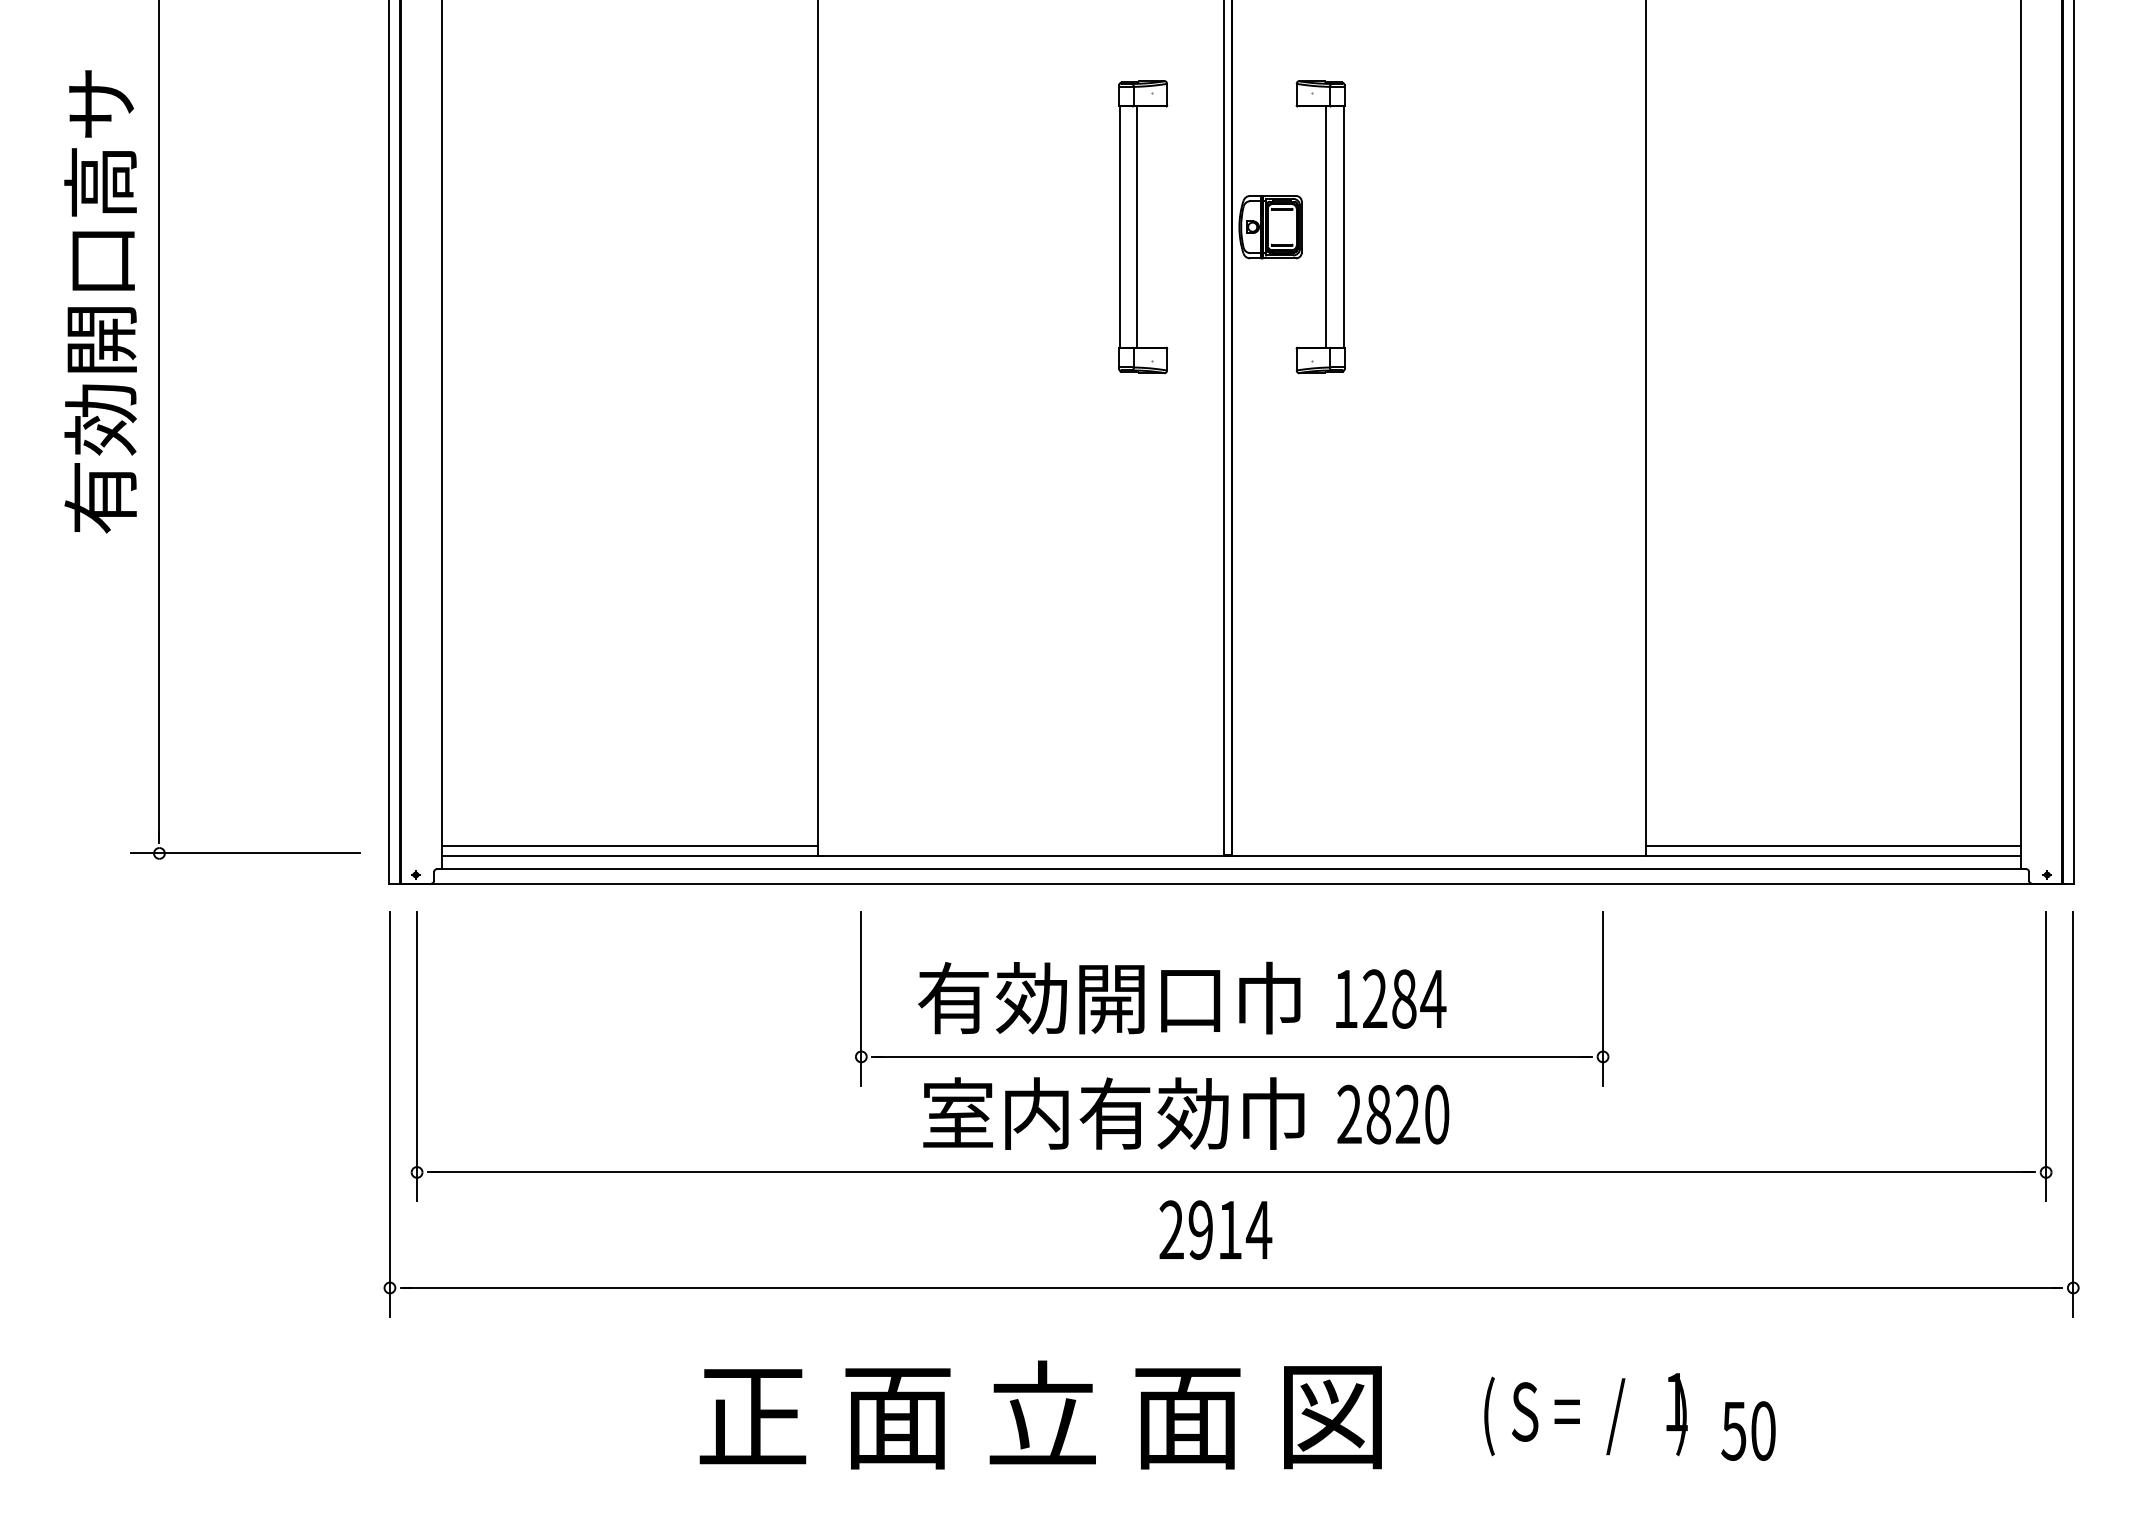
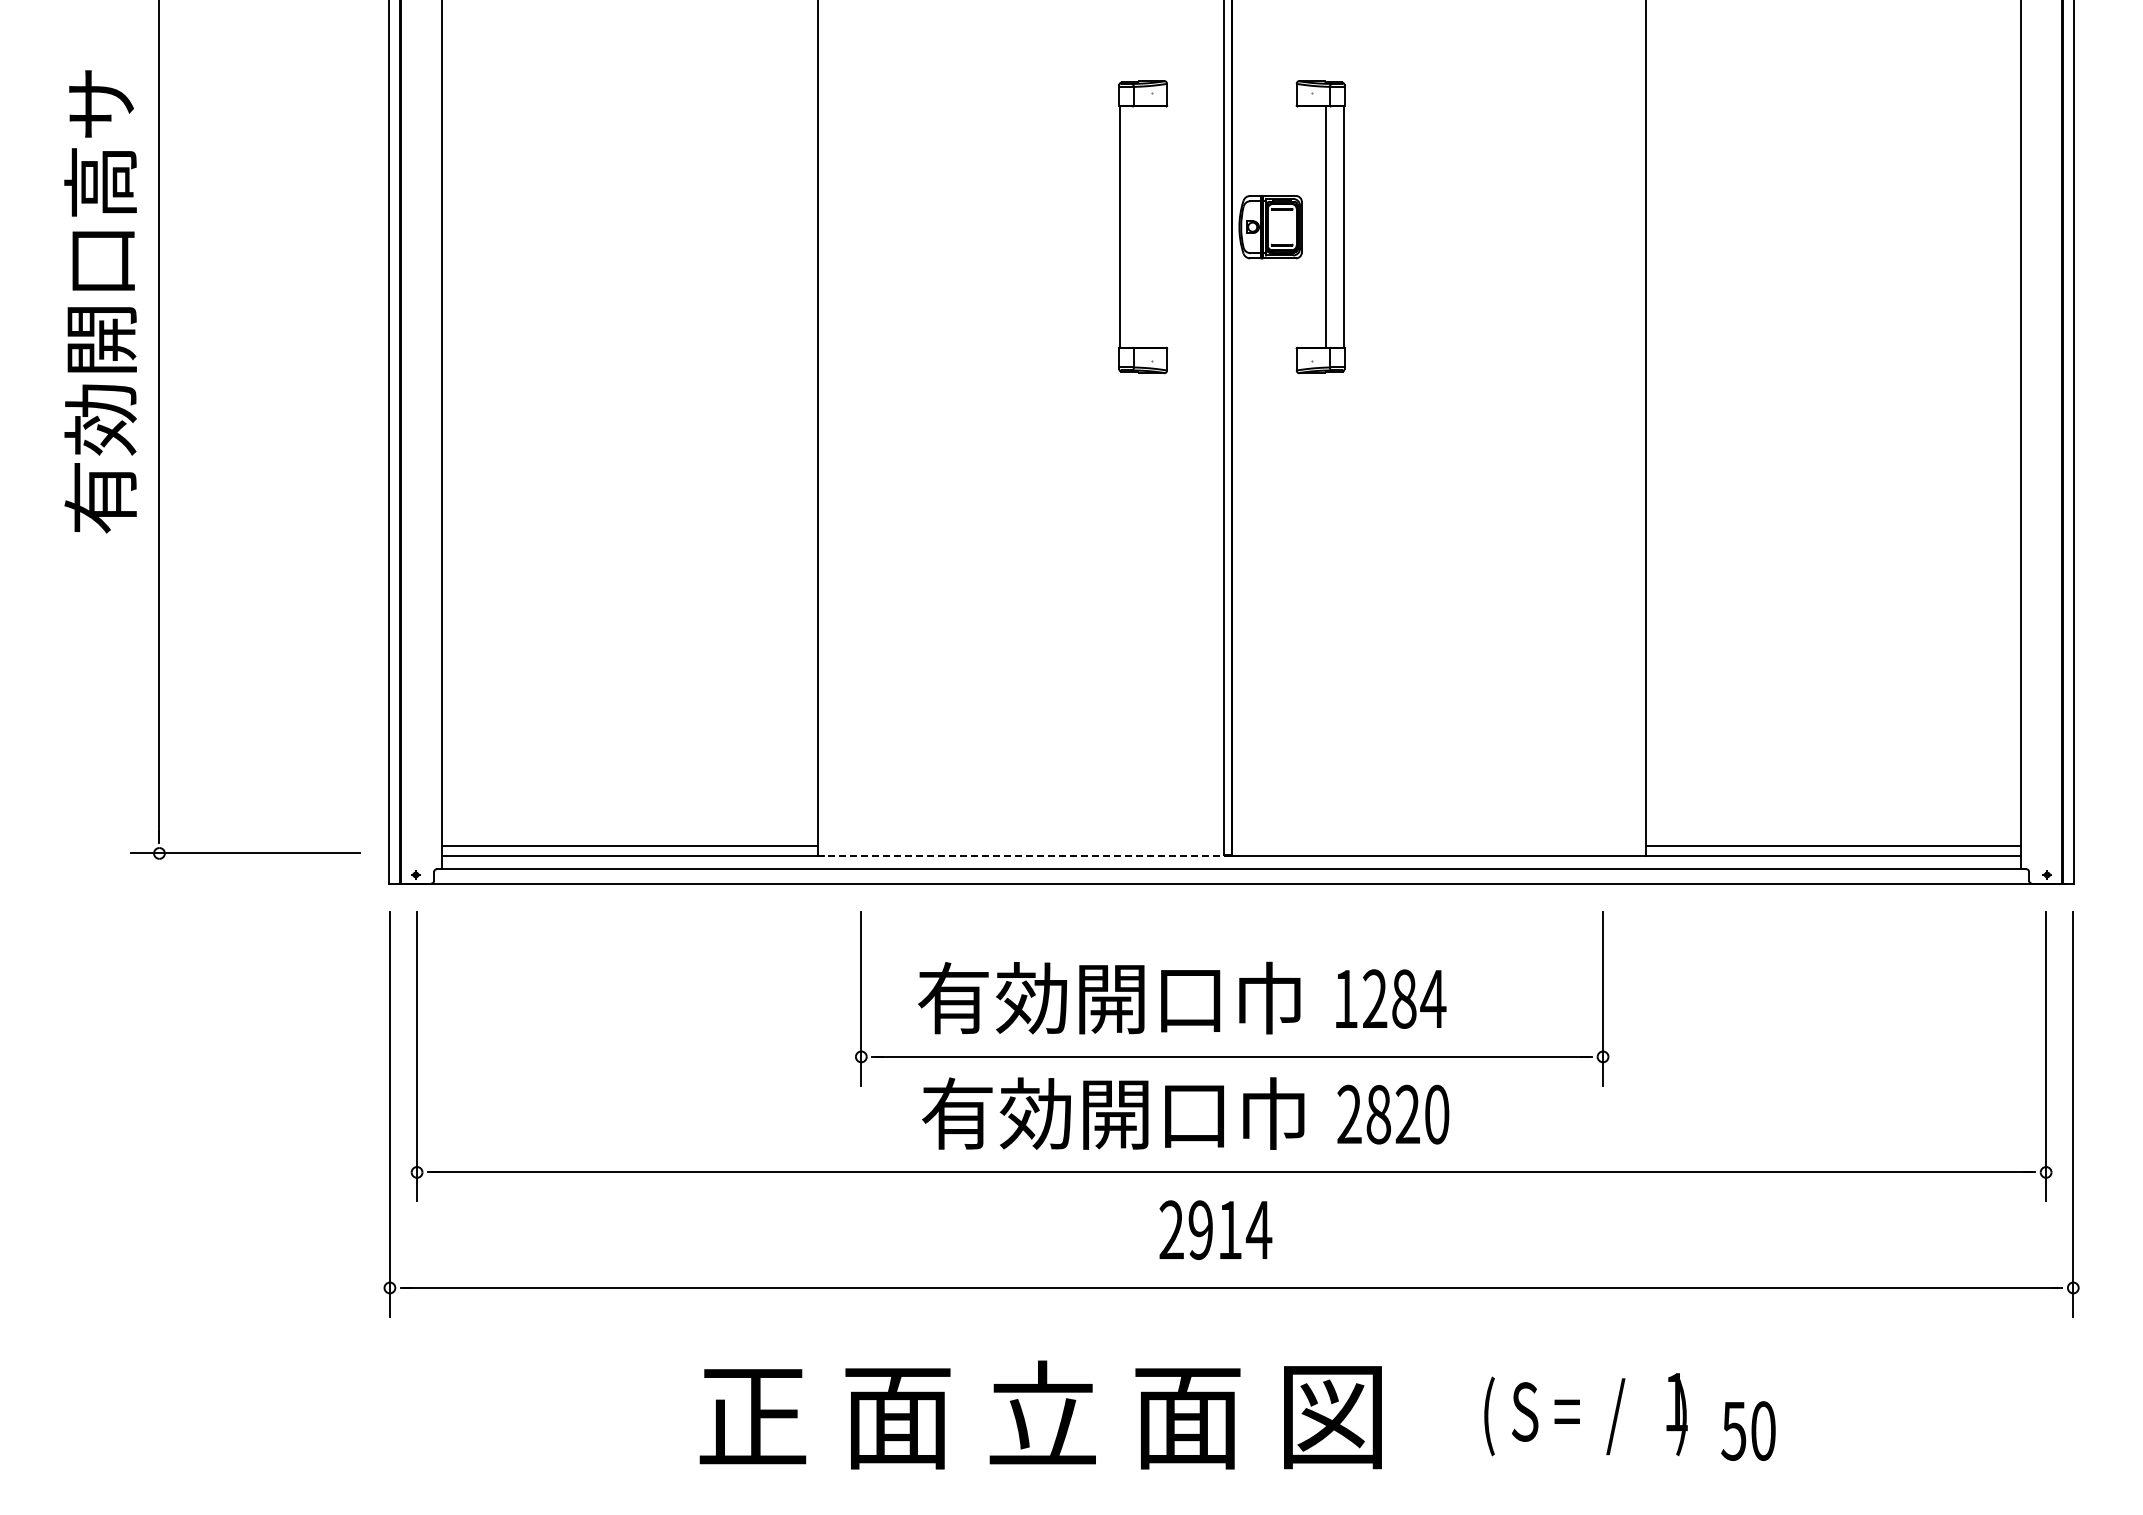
line at (1137, 226): present -> none
line at (1024, 856): solid -> dashed
text at (1075, 1113): 室内有効巾 -> 有効開口巾
